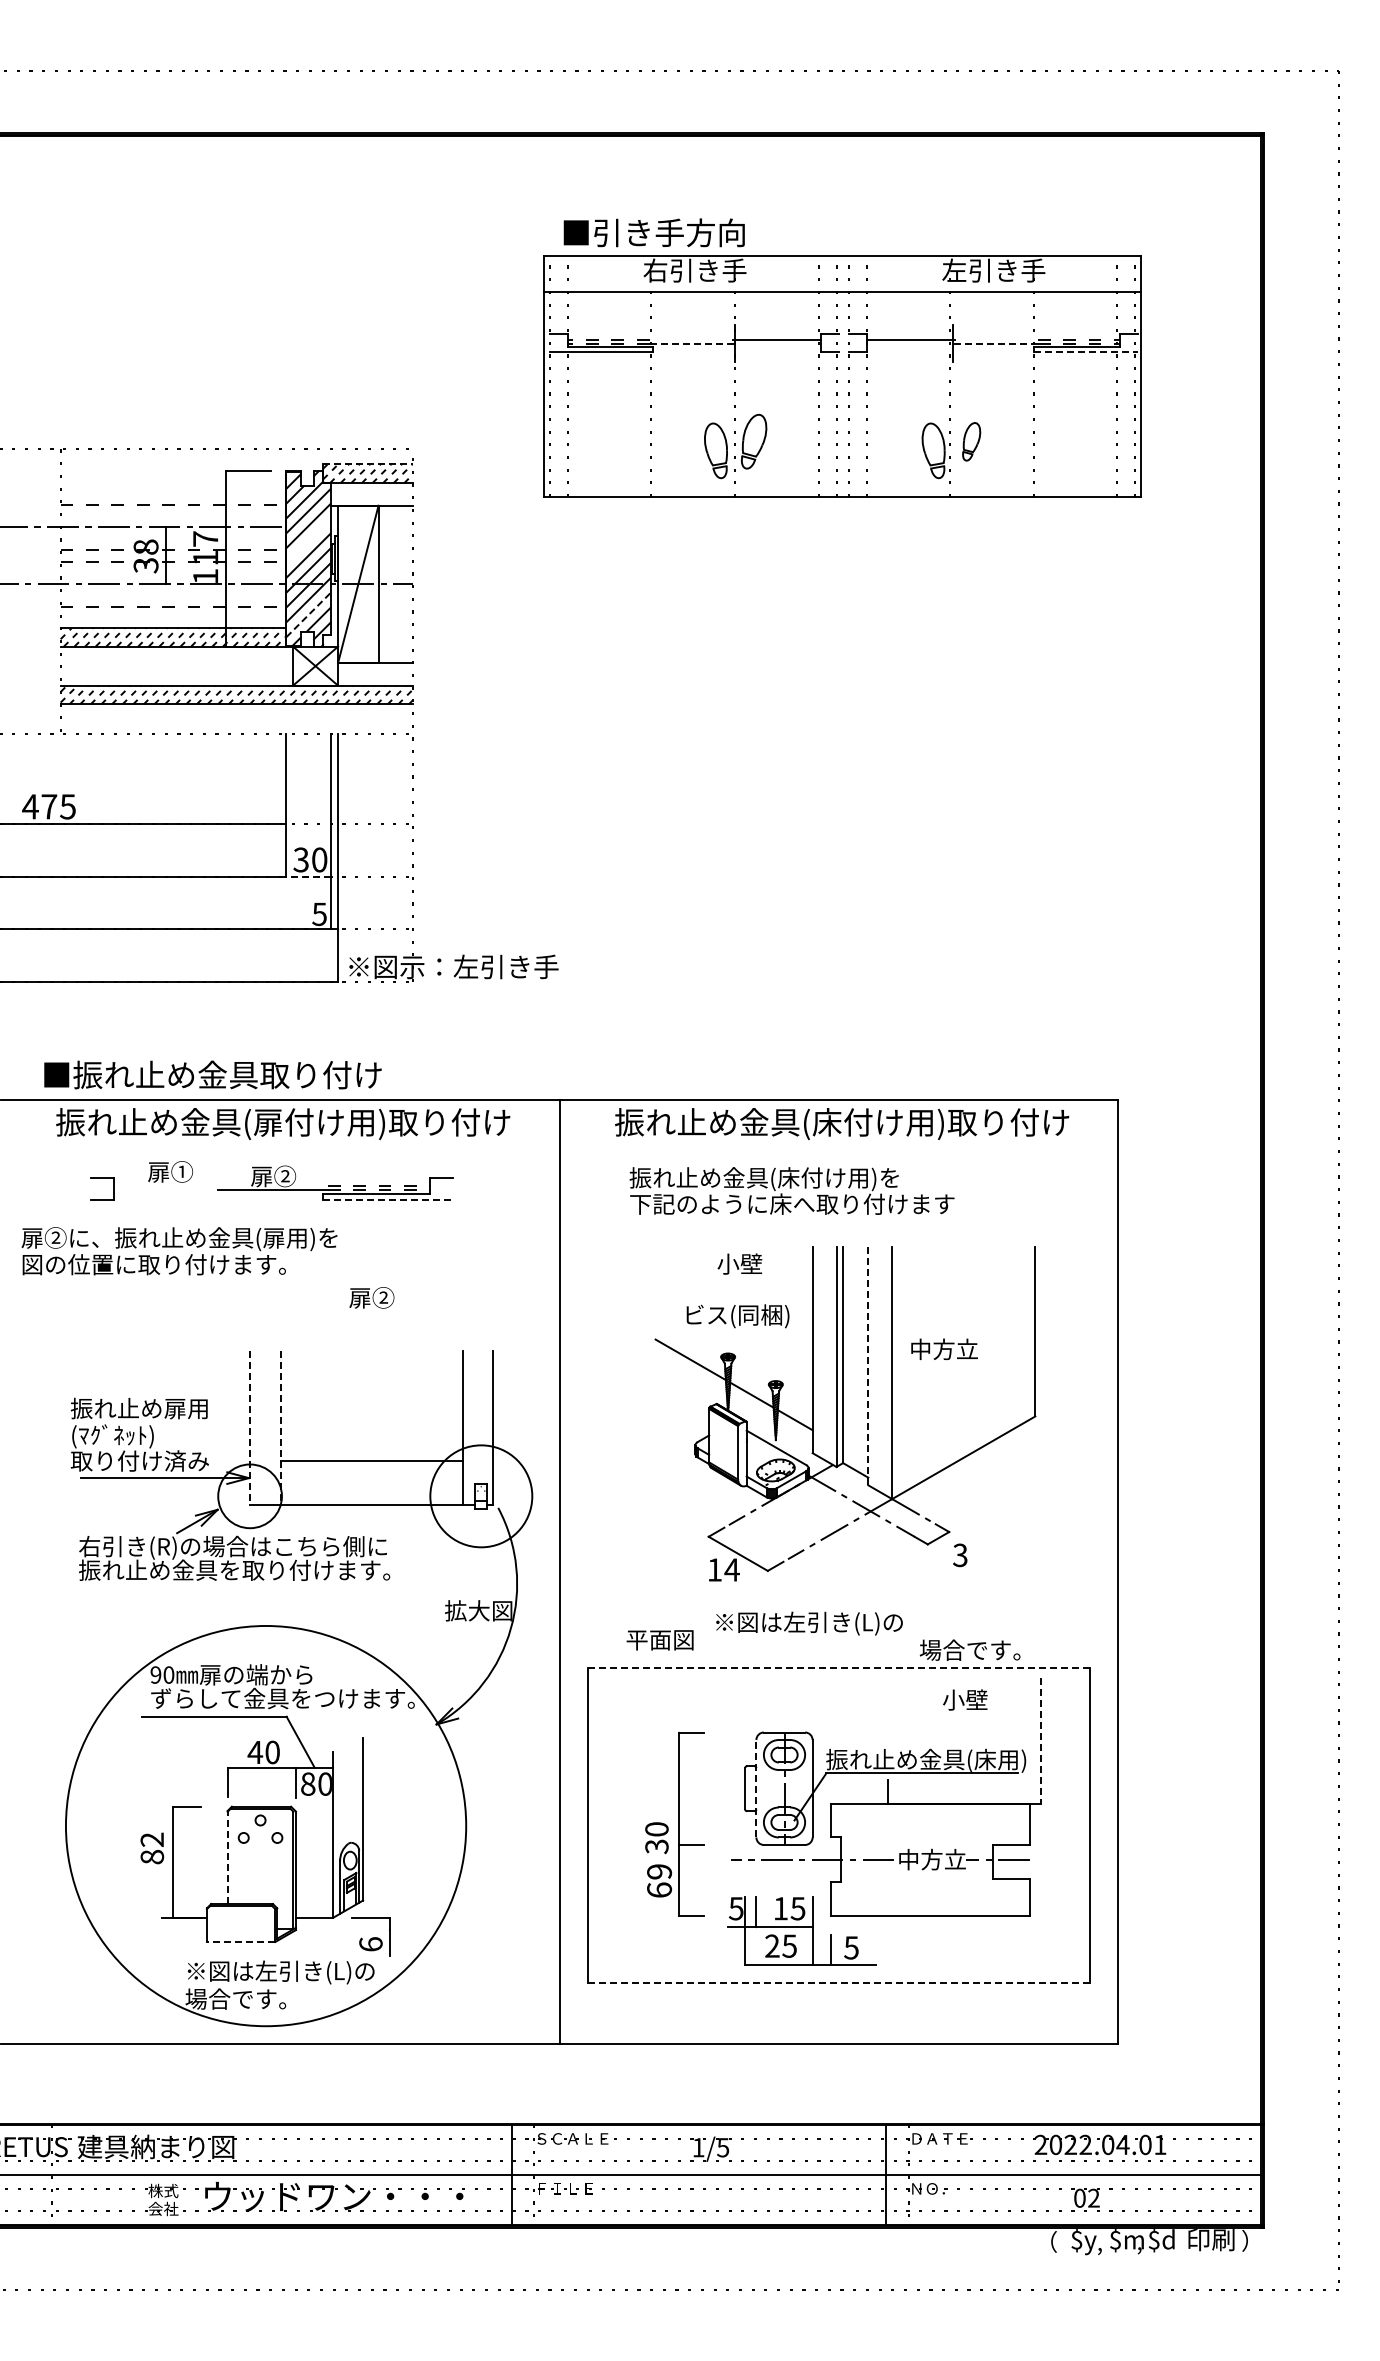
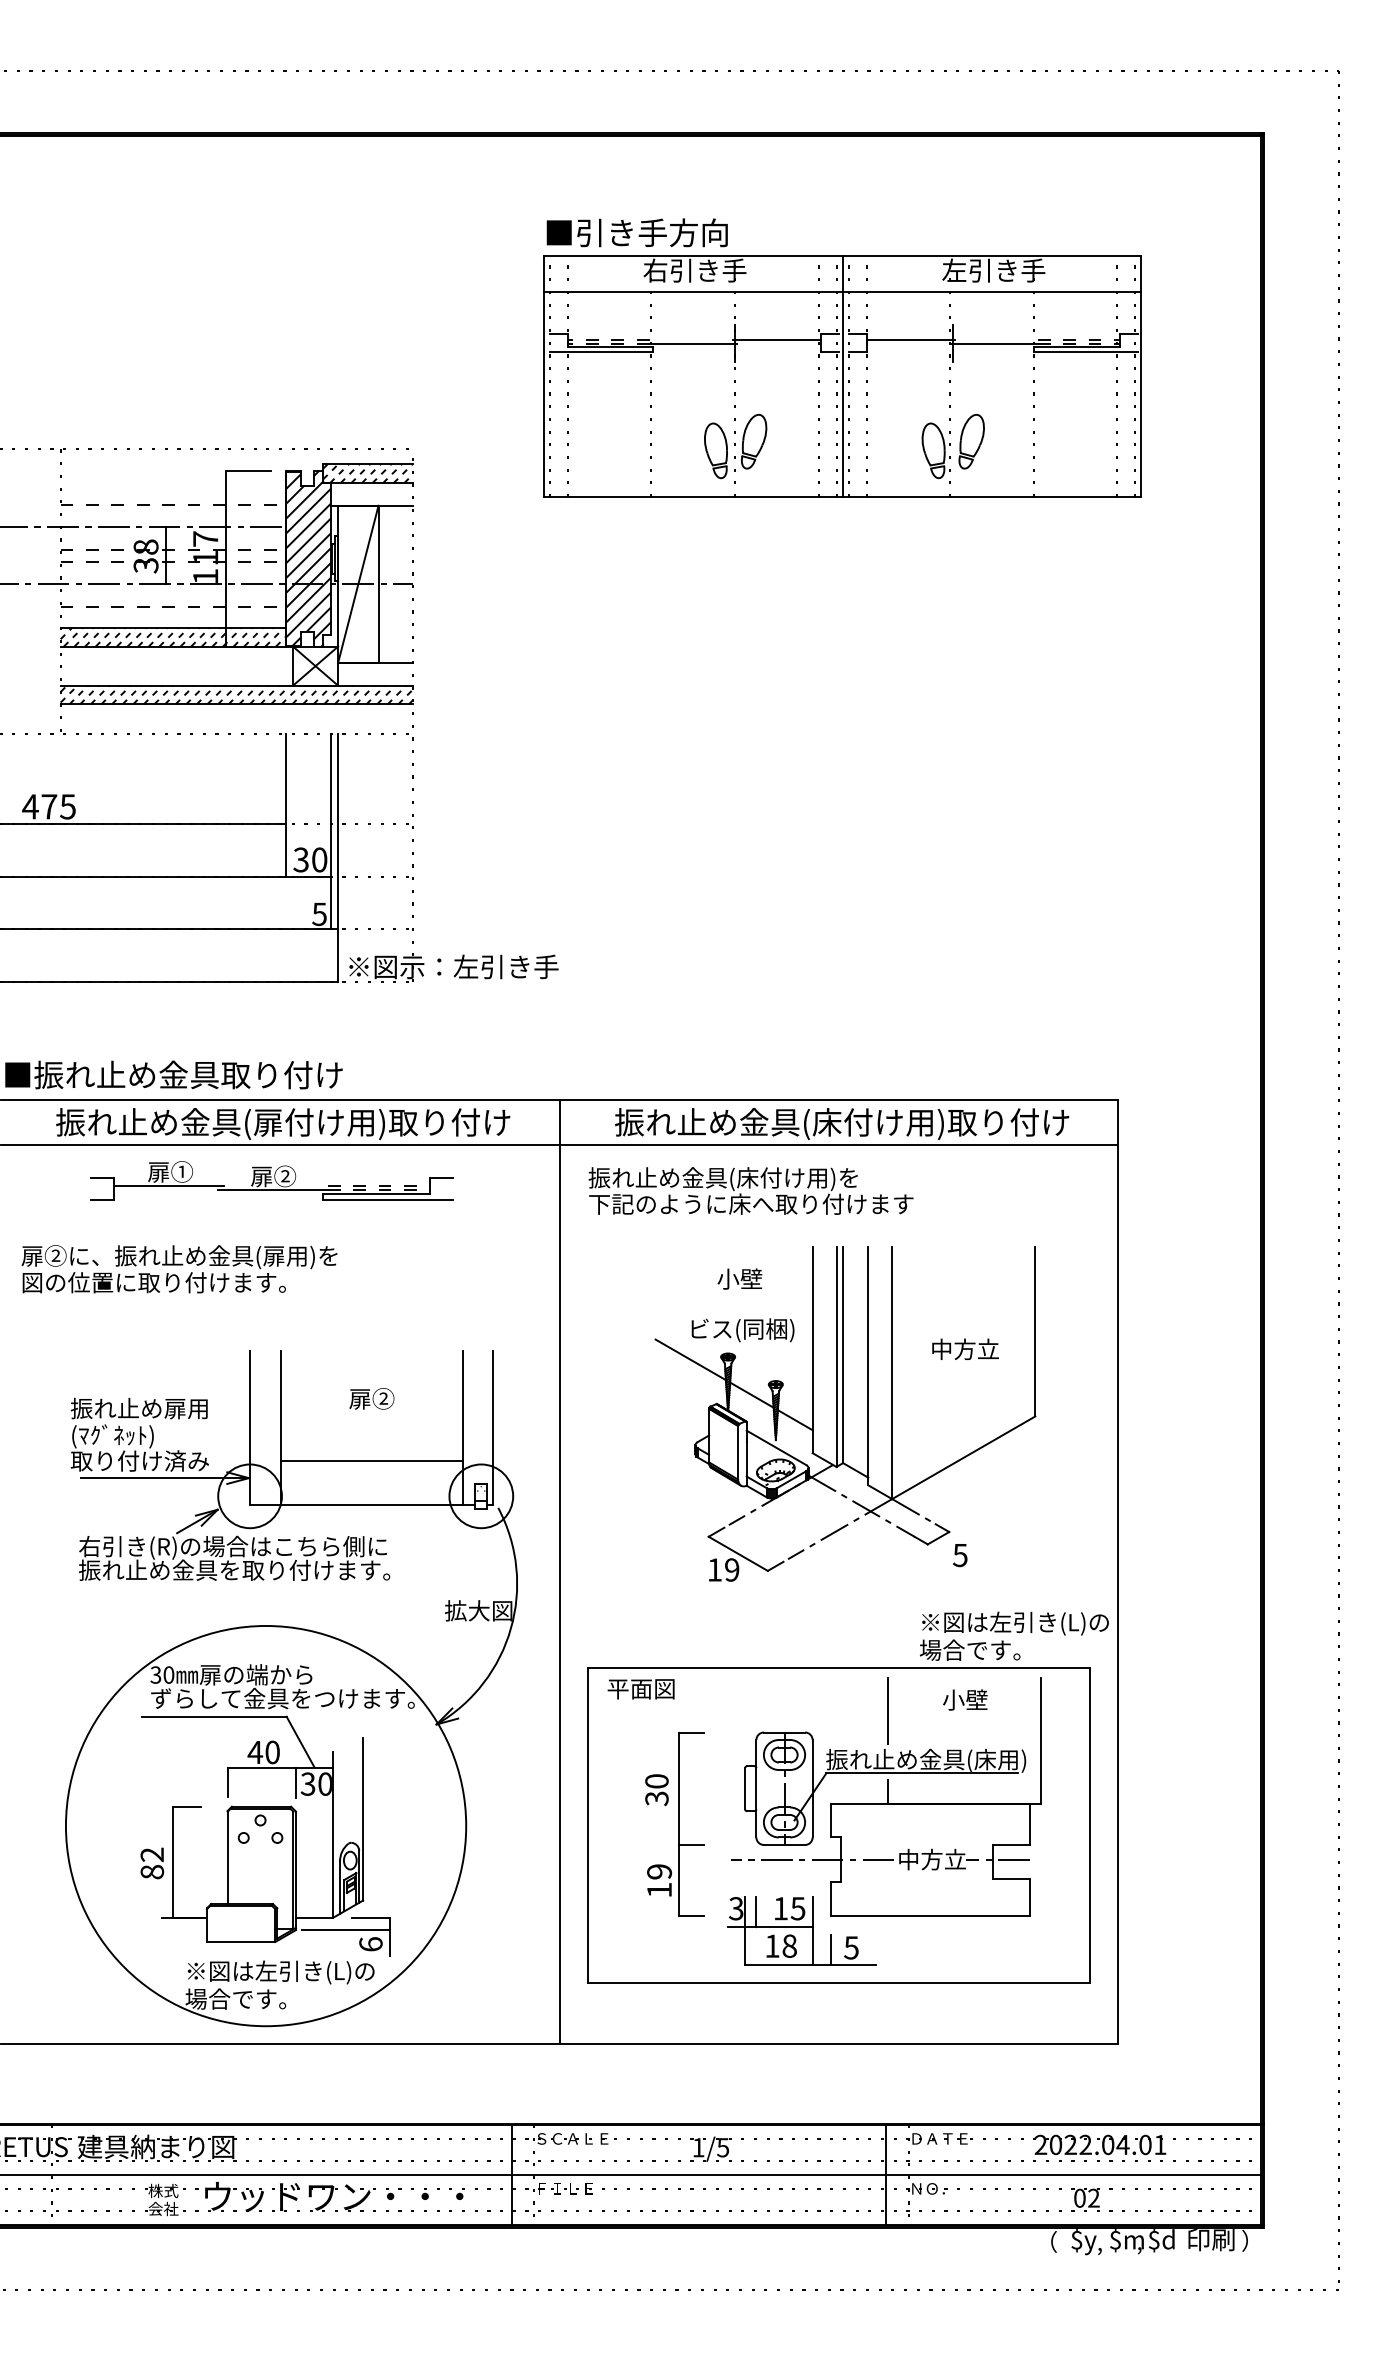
text at (653, 232) position: (653, 232) -> (636, 232)
line at (693, 343): dashed -> solid
line at (994, 343): dashed -> solid
line at (1086, 352): dashed -> solid
line at (842, 376): none -> present
part at (971, 441) size: 20x40 px -> 27x56 px
line at (368, 464): dashed -> solid
line at (308, 540): none -> present
line at (308, 614): dashed -> solid
line at (307, 876): dashed -> solid
text at (212, 1074) position: (212, 1074) -> (173, 1074)
line at (560, 1145): none -> present
line at (168, 1185): none -> present
text at (791, 1190) position: (791, 1190) -> (750, 1190)
line at (388, 1200): dashed -> solid
text at (179, 1251) position: (179, 1251) -> (179, 1269)
text at (739, 1263) position: (739, 1263) -> (739, 1278)
text at (371, 1297) position: (371, 1297) -> (371, 1398)
text at (737, 1316) position: (737, 1316) -> (742, 1330)
text at (944, 1348) position: (944, 1348) -> (965, 1348)
line at (868, 1366): dashed -> solid
line at (250, 1428): dashed -> solid
line at (280, 1428): dashed -> solid
circle at (481, 1496) diameter: 102 px -> 64 px
text at (960, 1554): 3 -> 5
text at (731, 1569): 14 -> 19
text at (809, 1623) position: (809, 1623) -> (1015, 1623)
text at (659, 1640) position: (659, 1640) -> (640, 1689)
line at (839, 1668): dashed -> solid
text at (155, 1674): 90 -> 30
line at (887, 1710): none -> present
line at (1041, 1740): dashed -> solid
text at (307, 1783): 80 -> 30
line at (756, 1788): dashed -> solid
text at (656, 1838) position: (656, 1838) -> (656, 1790)
text at (152, 1848) position: (152, 1848) -> (152, 1863)
line at (227, 1857): dashed -> solid
text at (659, 1889): 69 -> 19
text at (736, 1908): 5 -> 3
line at (345, 1930): none -> present
line at (240, 1942): dashed -> solid
text at (780, 1945): 25 -> 18
line at (838, 1983): dashed -> solid
